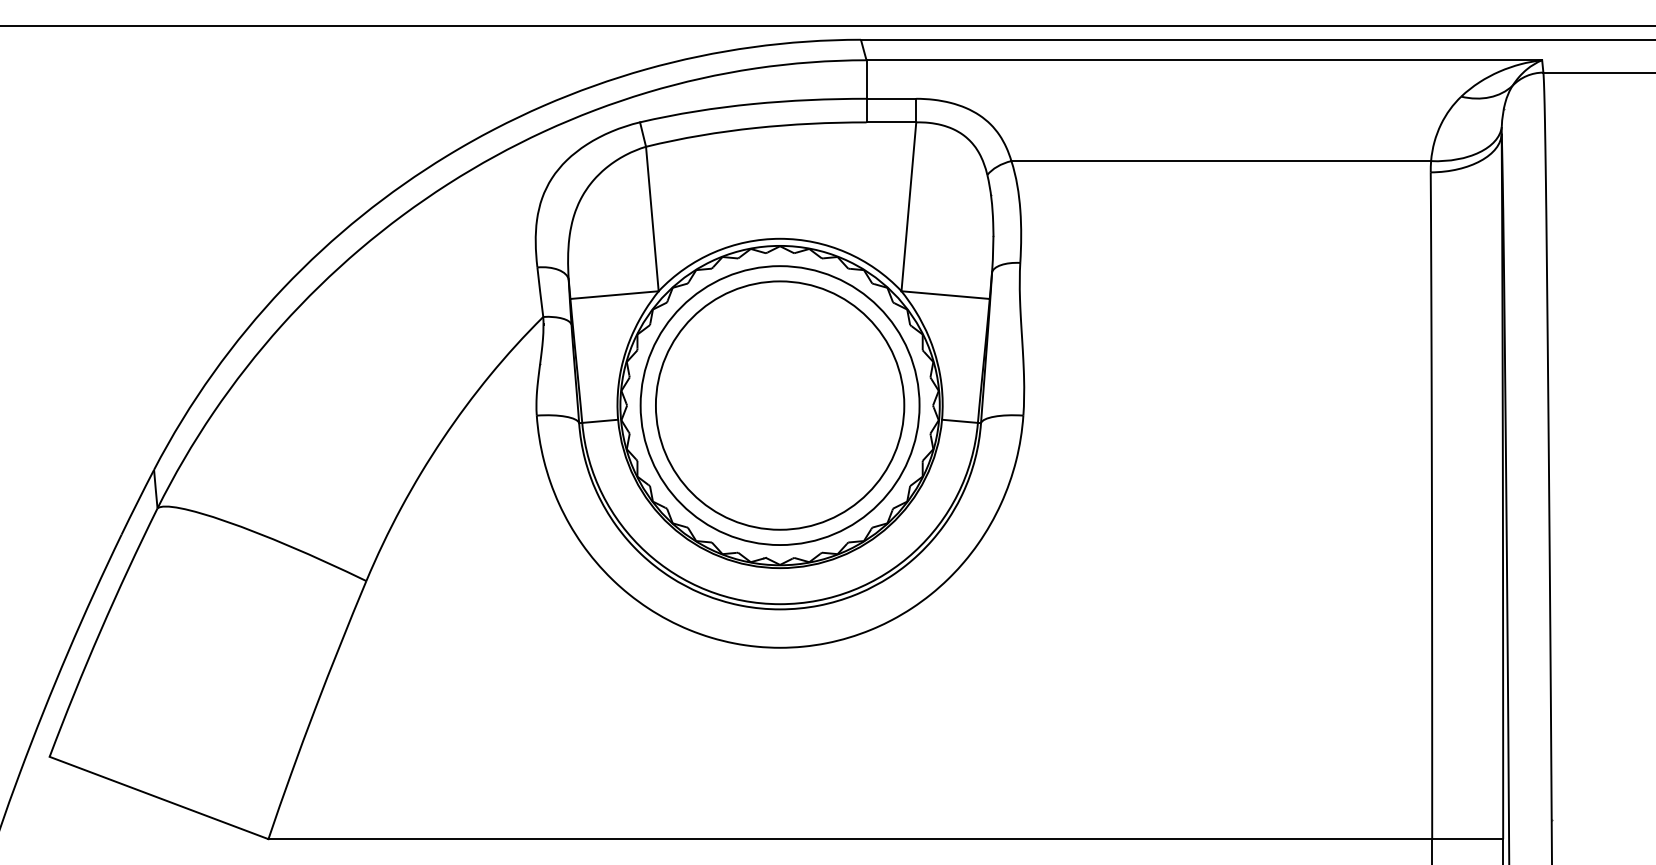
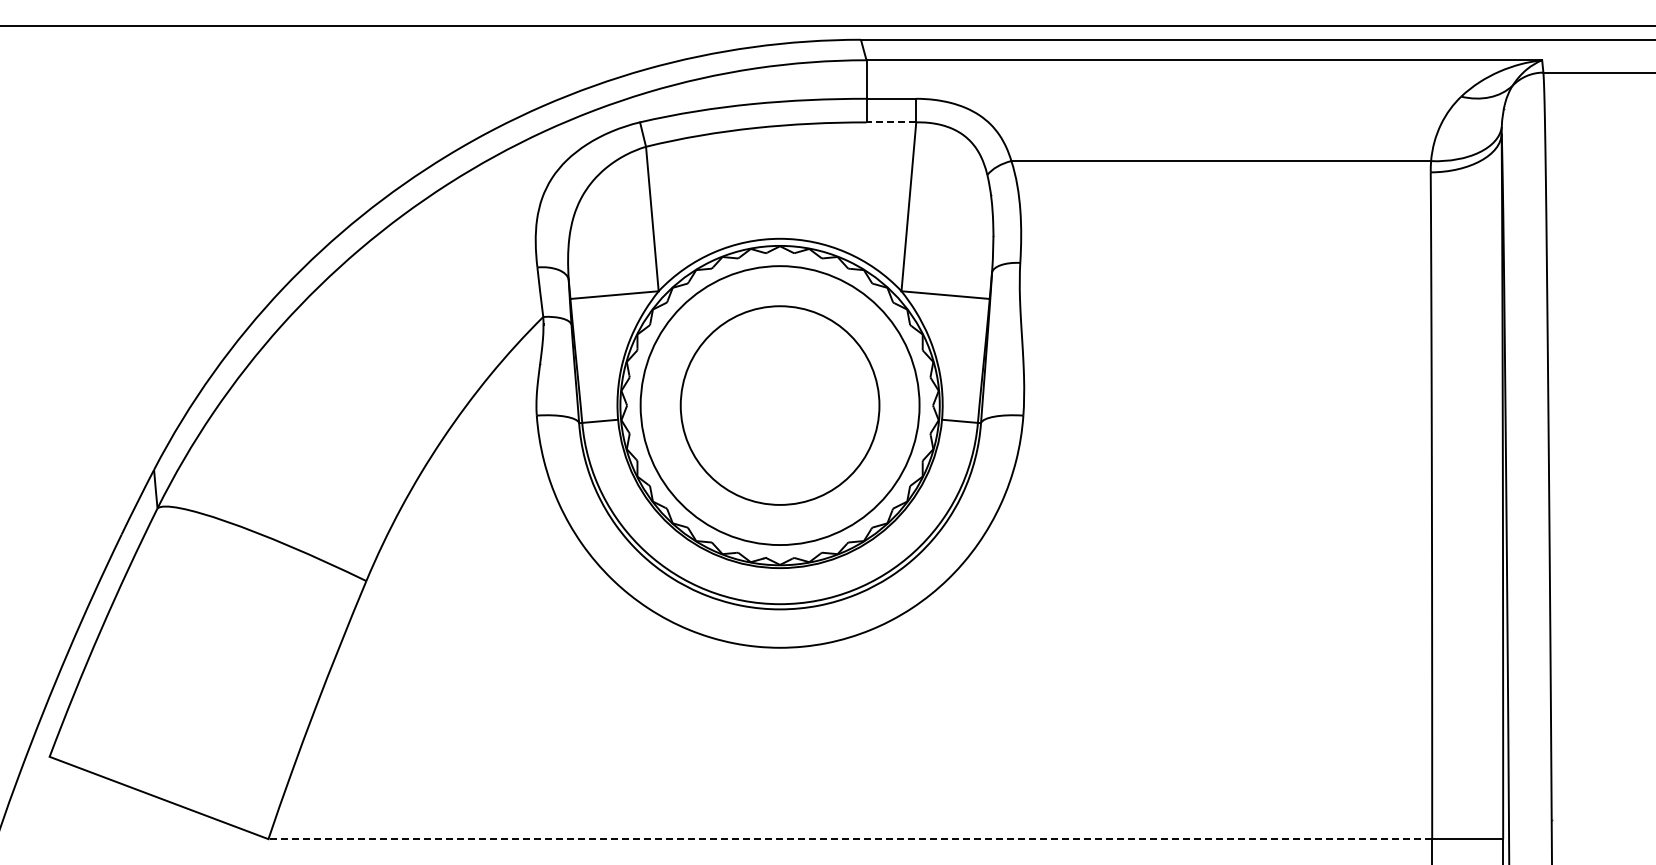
line at (891, 122): solid -> dashed
circle at (779, 405) diameter: 248 px -> 199 px
line at (850, 839): solid -> dashed
